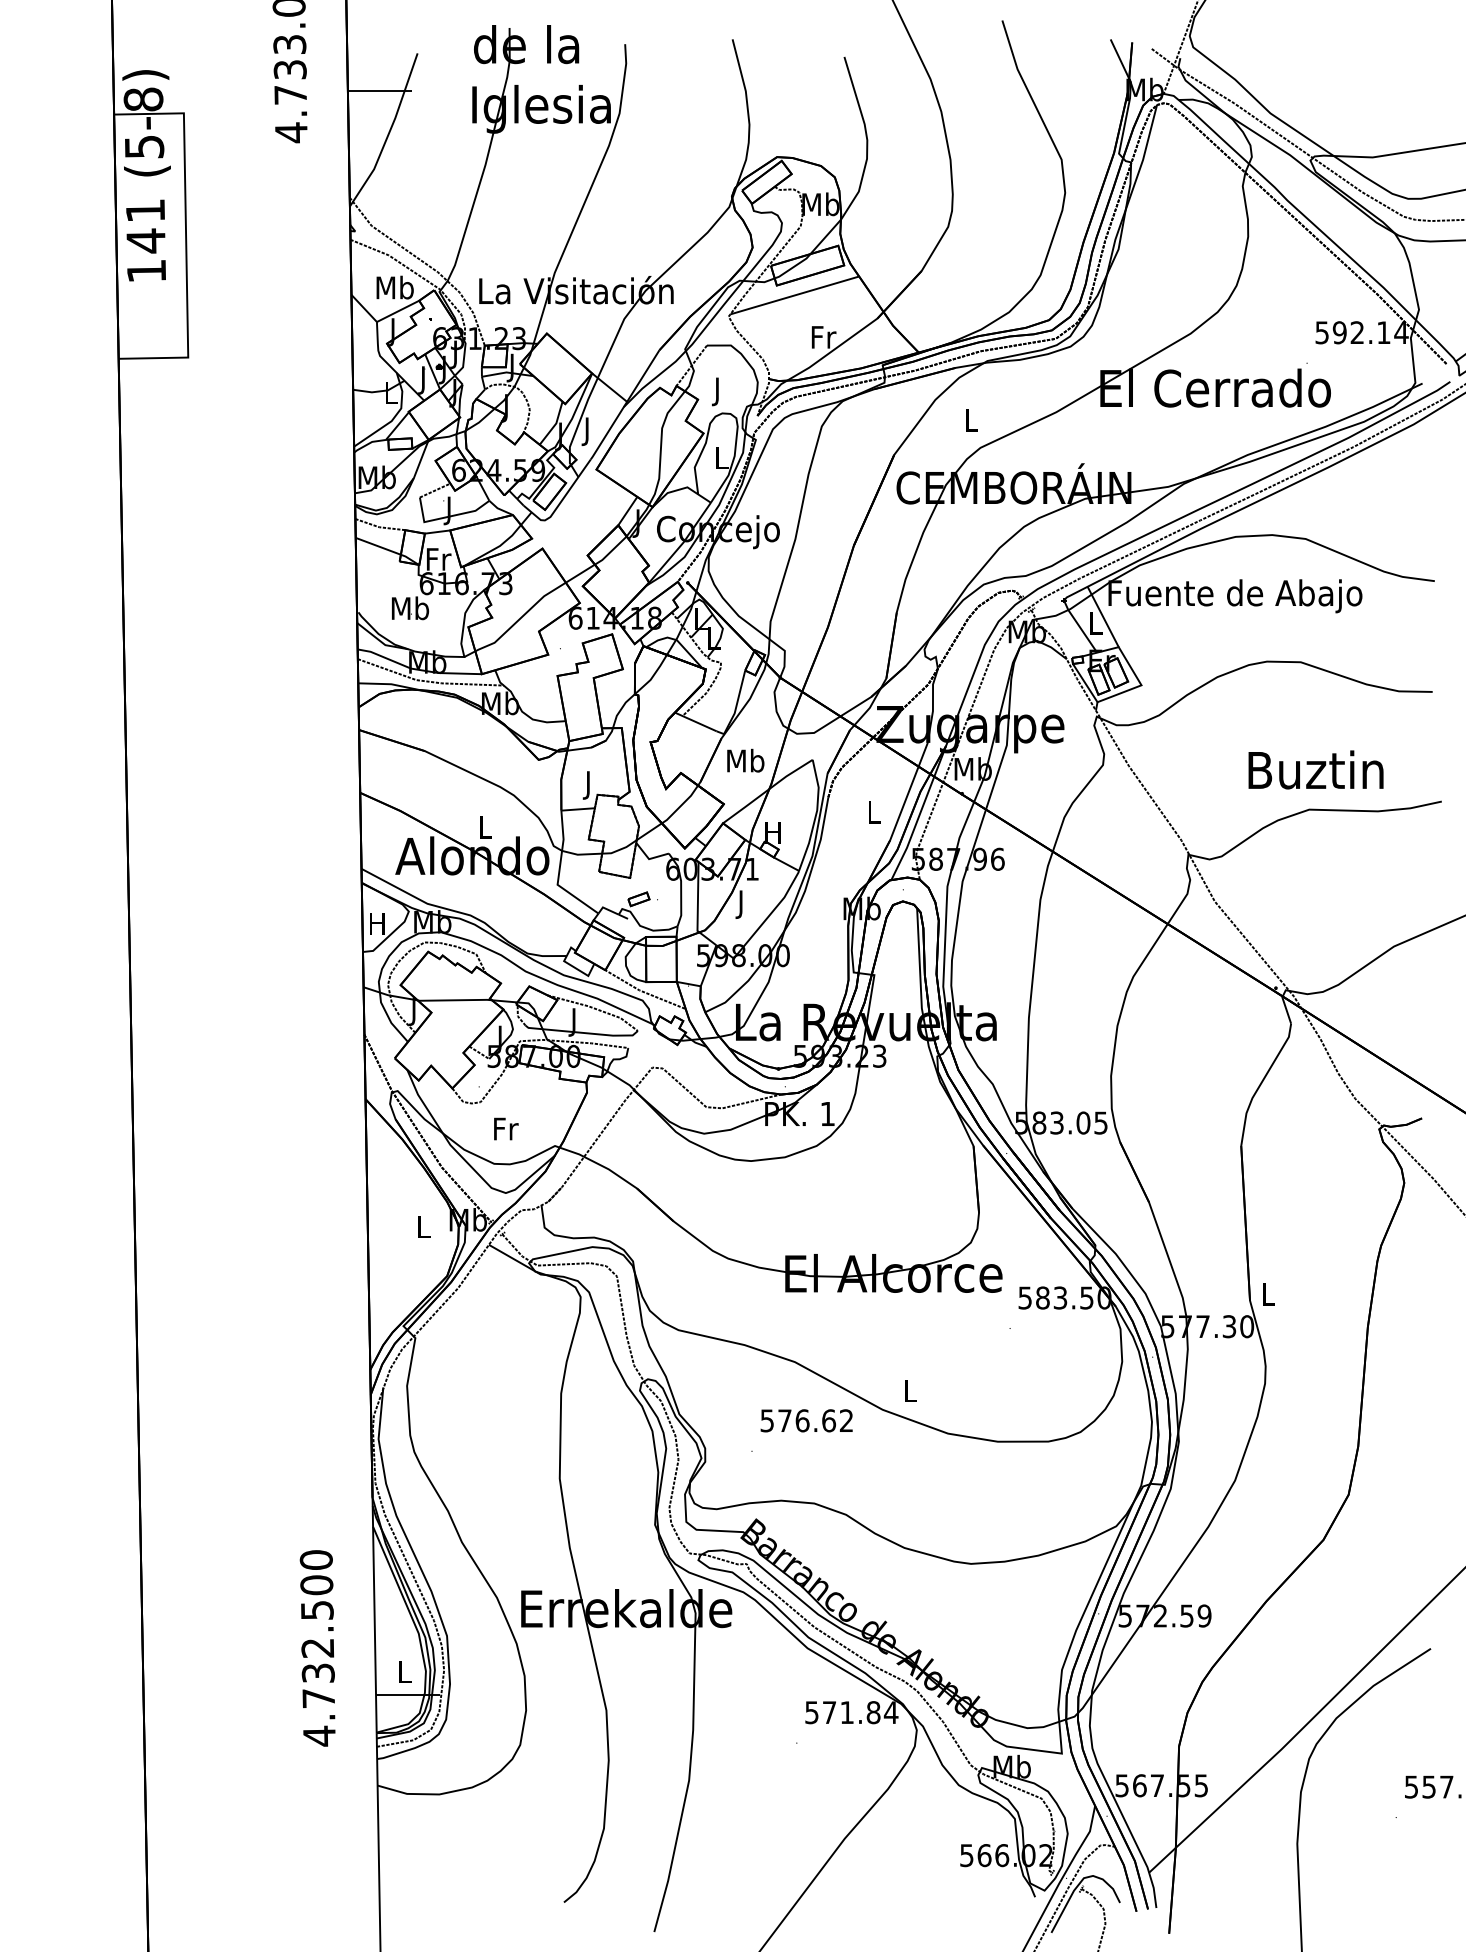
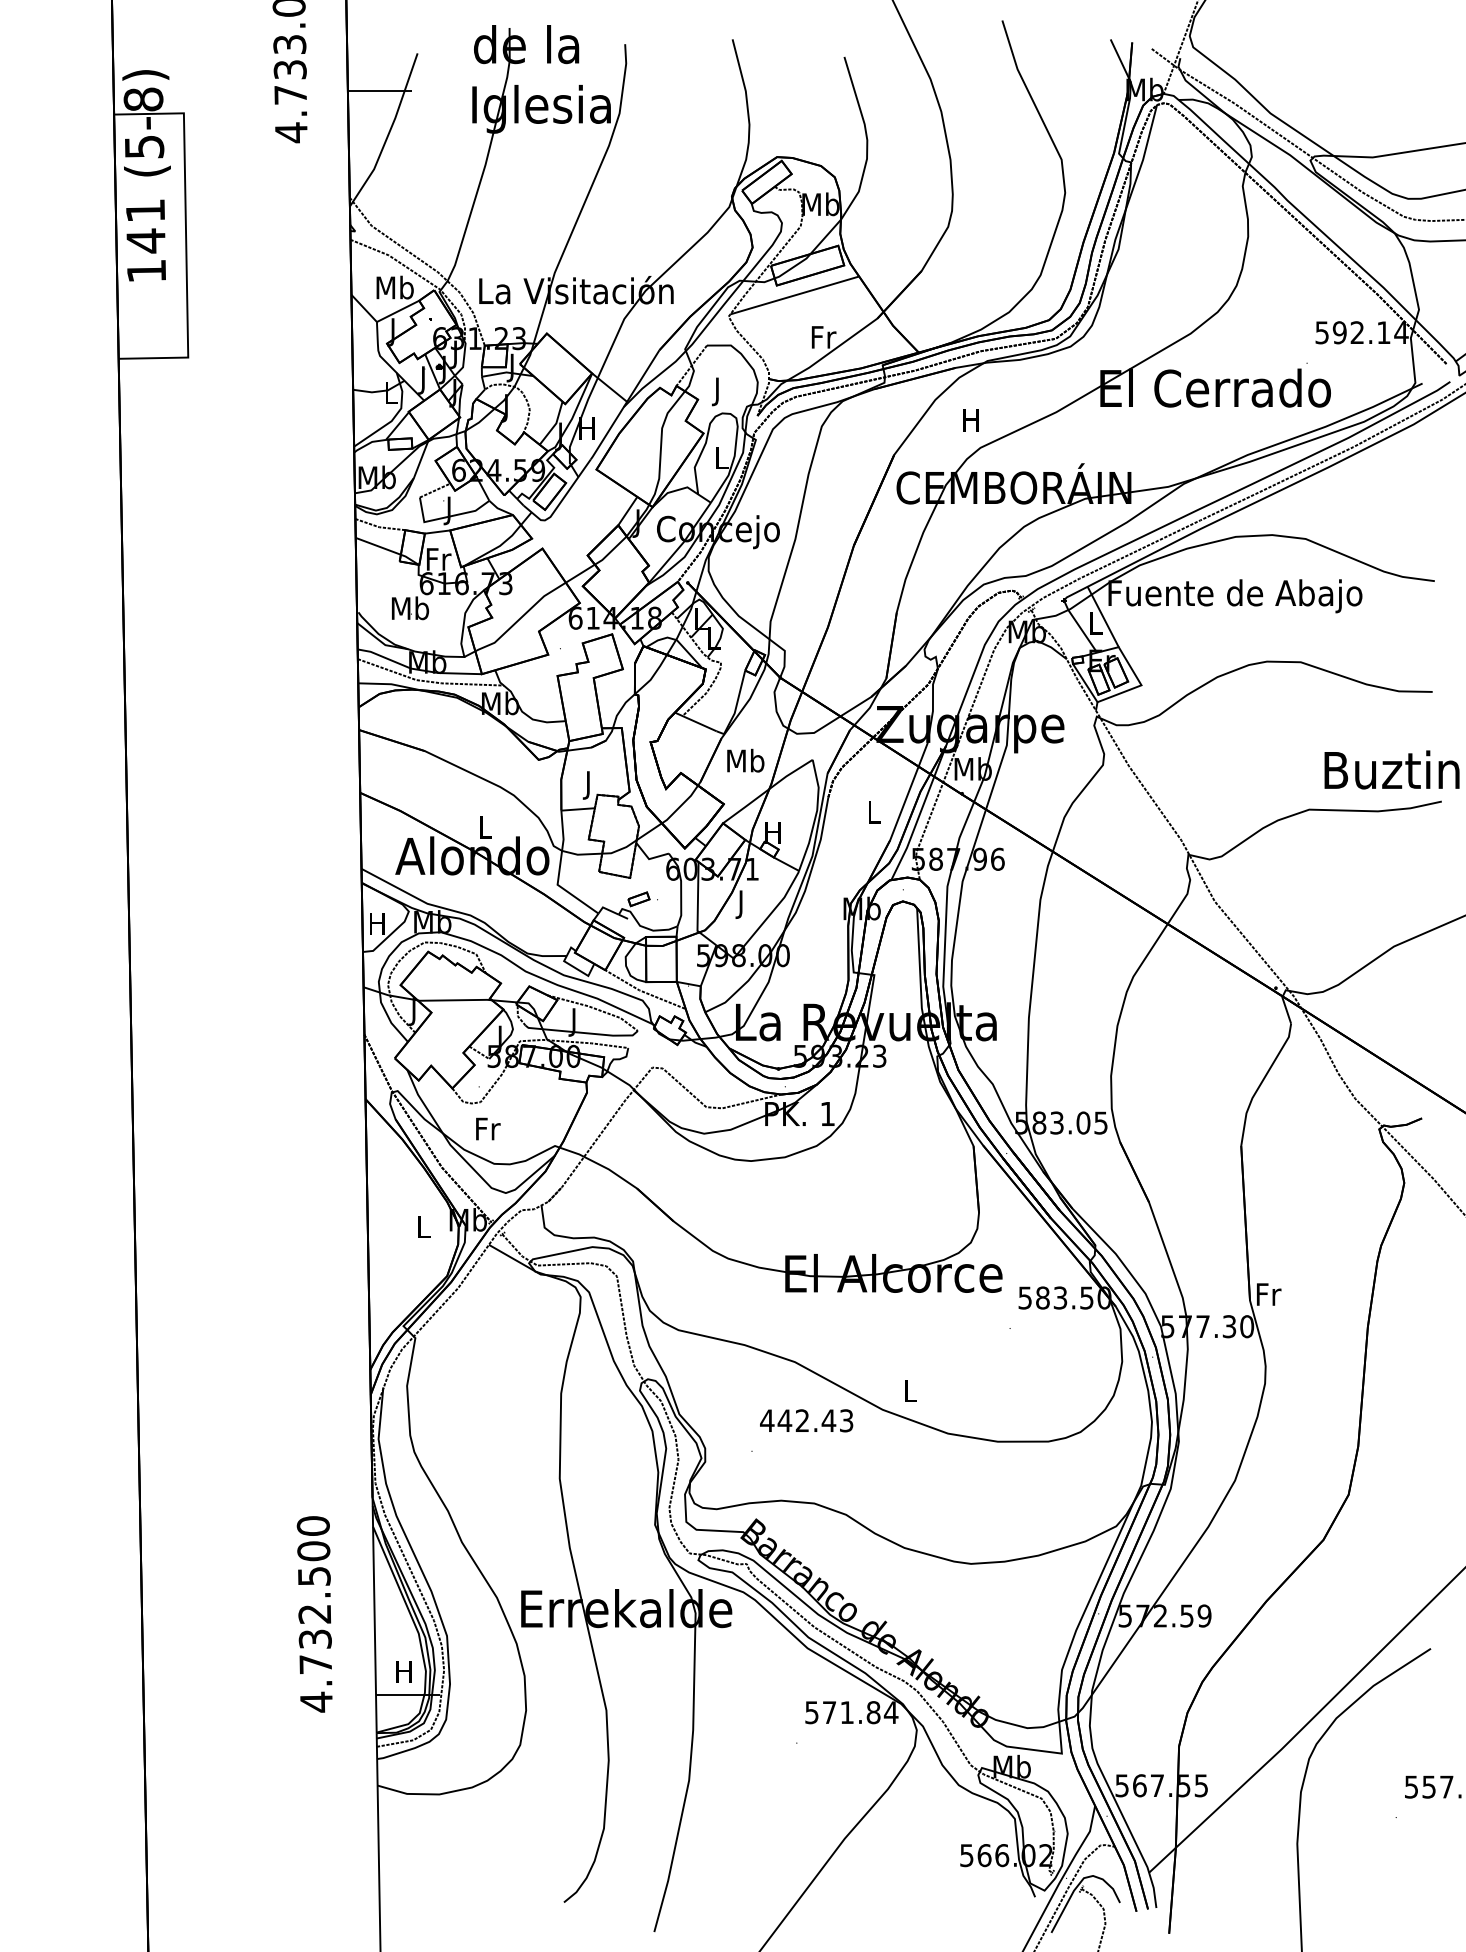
text at (970, 420): L -> H
text at (586, 431): J -> H
text at (1315, 769) position: (1315, 769) -> (1391, 769)
text at (506, 1128) position: (506, 1128) -> (488, 1128)
text at (1269, 1294): L -> Fr
text at (806, 1420): 576.62 -> 442.43
text at (317, 1648) position: (317, 1648) -> (314, 1614)
text at (403, 1671): L -> H
